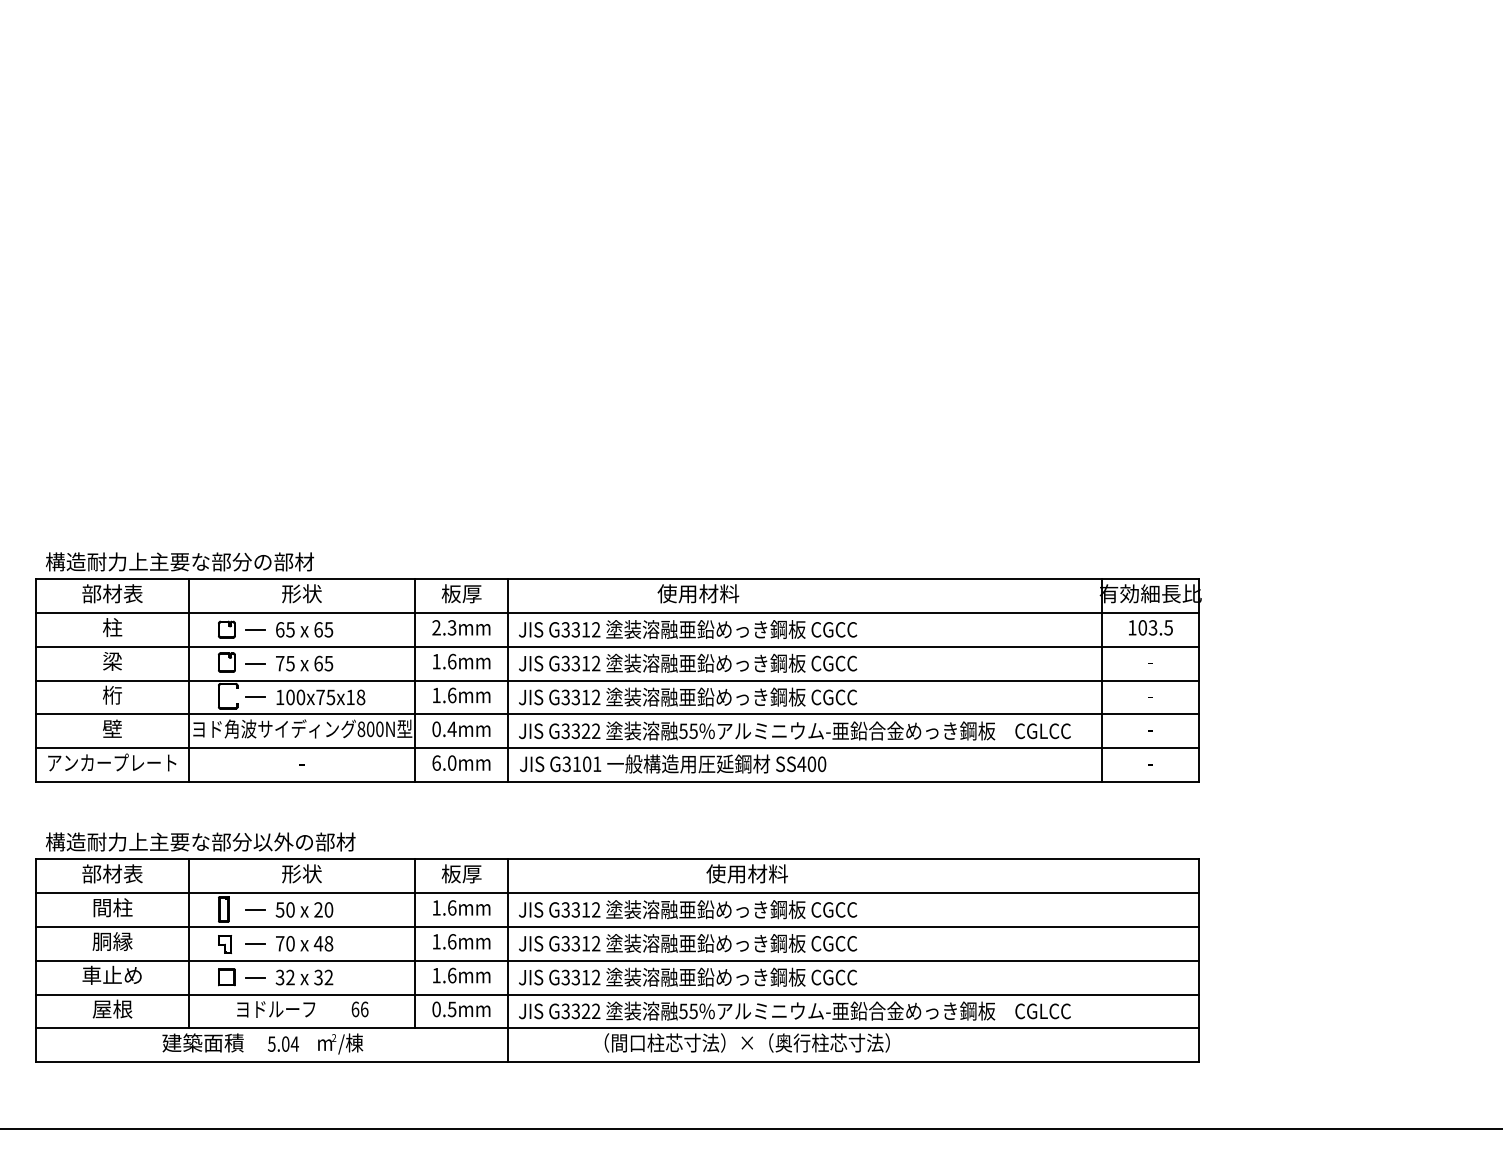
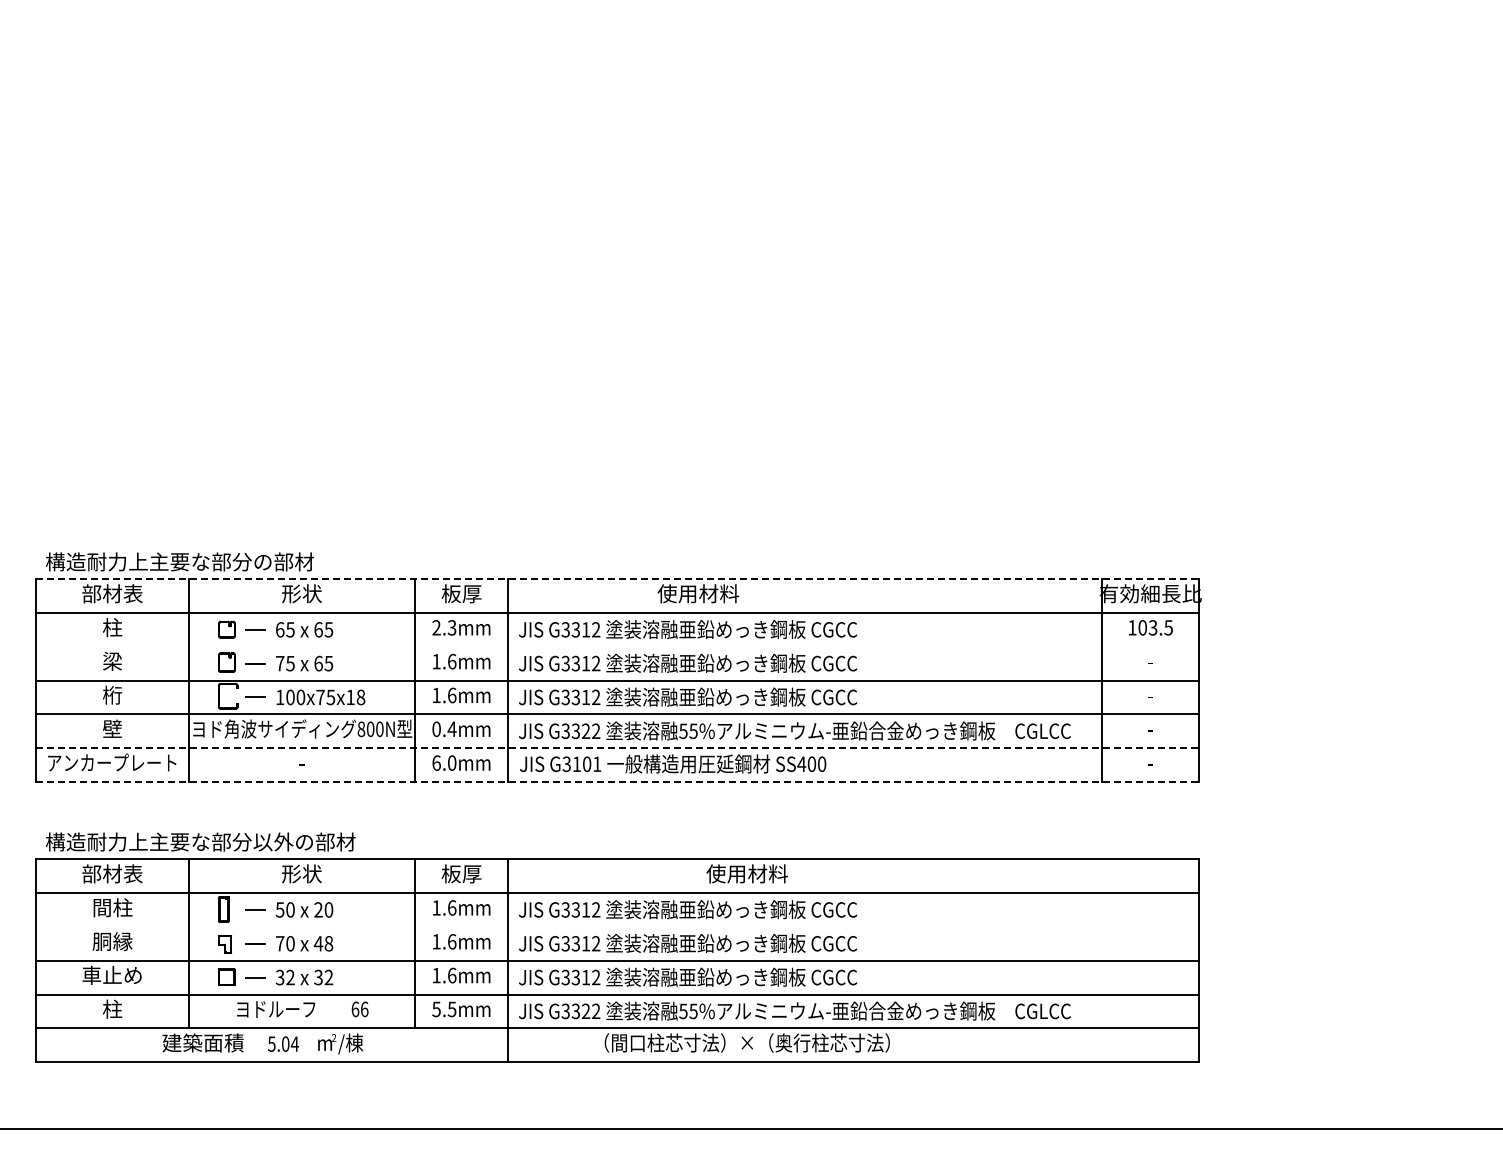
line at (618, 579): solid -> dashed
line at (617, 646): present -> none
line at (618, 748): solid -> dashed
line at (618, 782): solid -> dashed
line at (617, 926): present -> none
text at (112, 1008): 屋根 -> 柱
text at (436, 1009): 0.5mm -> 5.5mm
